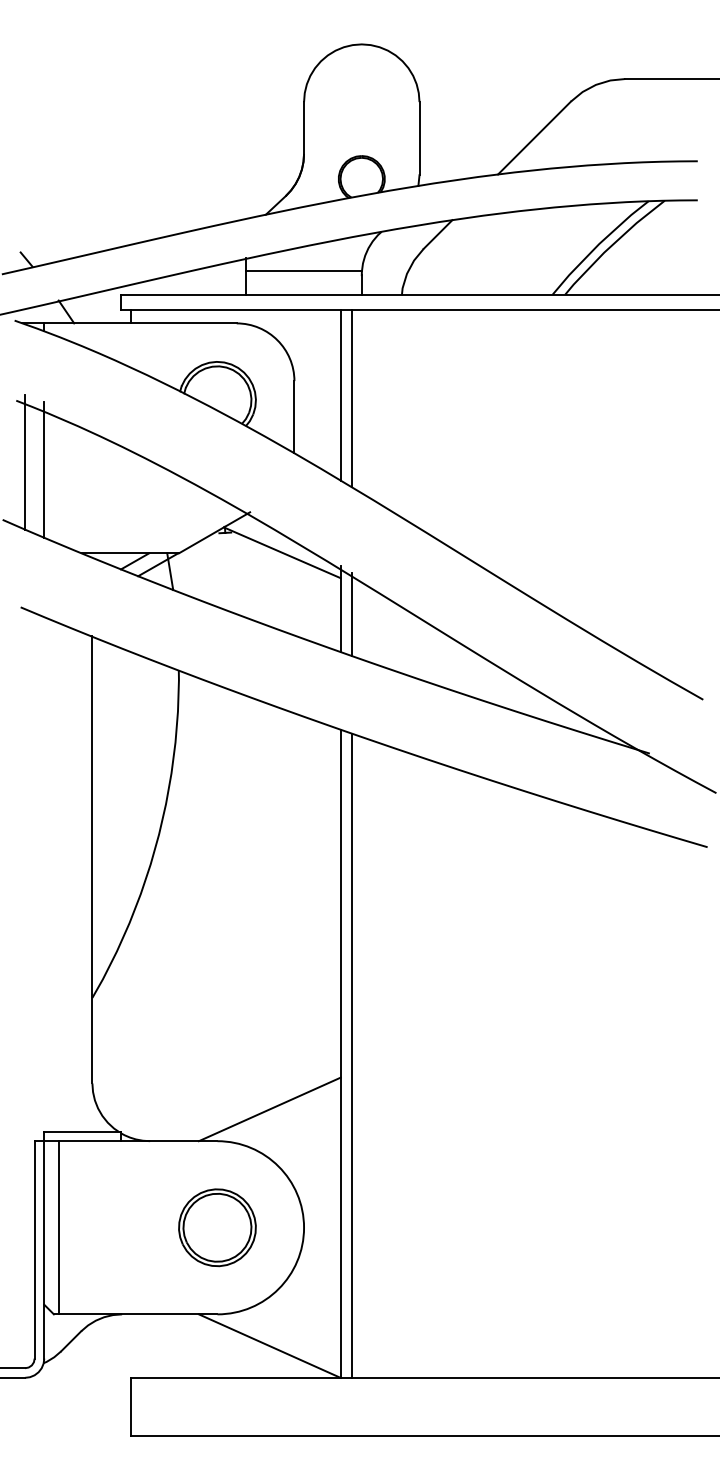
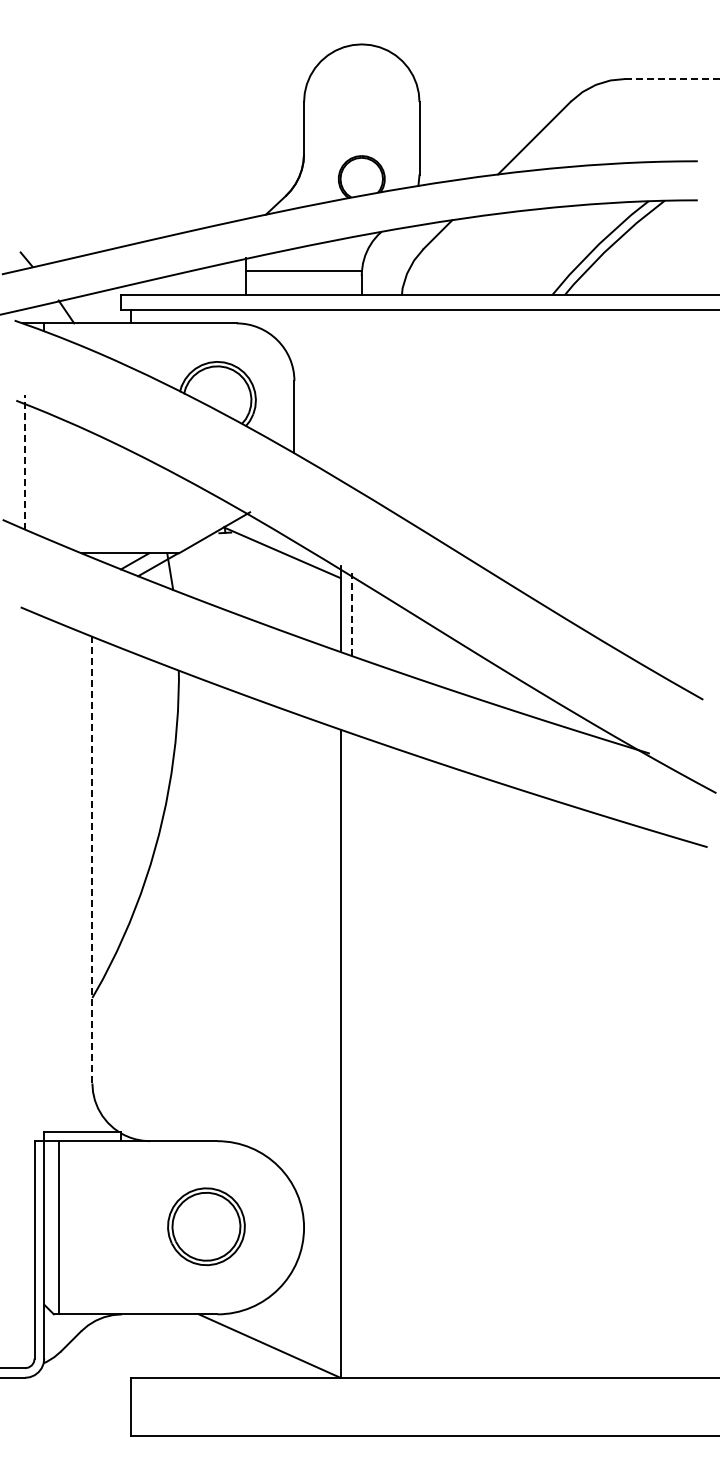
line at (672, 79): solid -> dashed
line at (340, 394): present -> none
line at (352, 398): present -> none
line at (25, 461): solid -> dashed
line at (44, 469): present -> none
line at (352, 614): solid -> dashed
line at (92, 859): solid -> dashed
line at (352, 1055): present -> none
line at (269, 1109): present -> none
part at (217, 1227) position: (217, 1227) -> (206, 1226)
